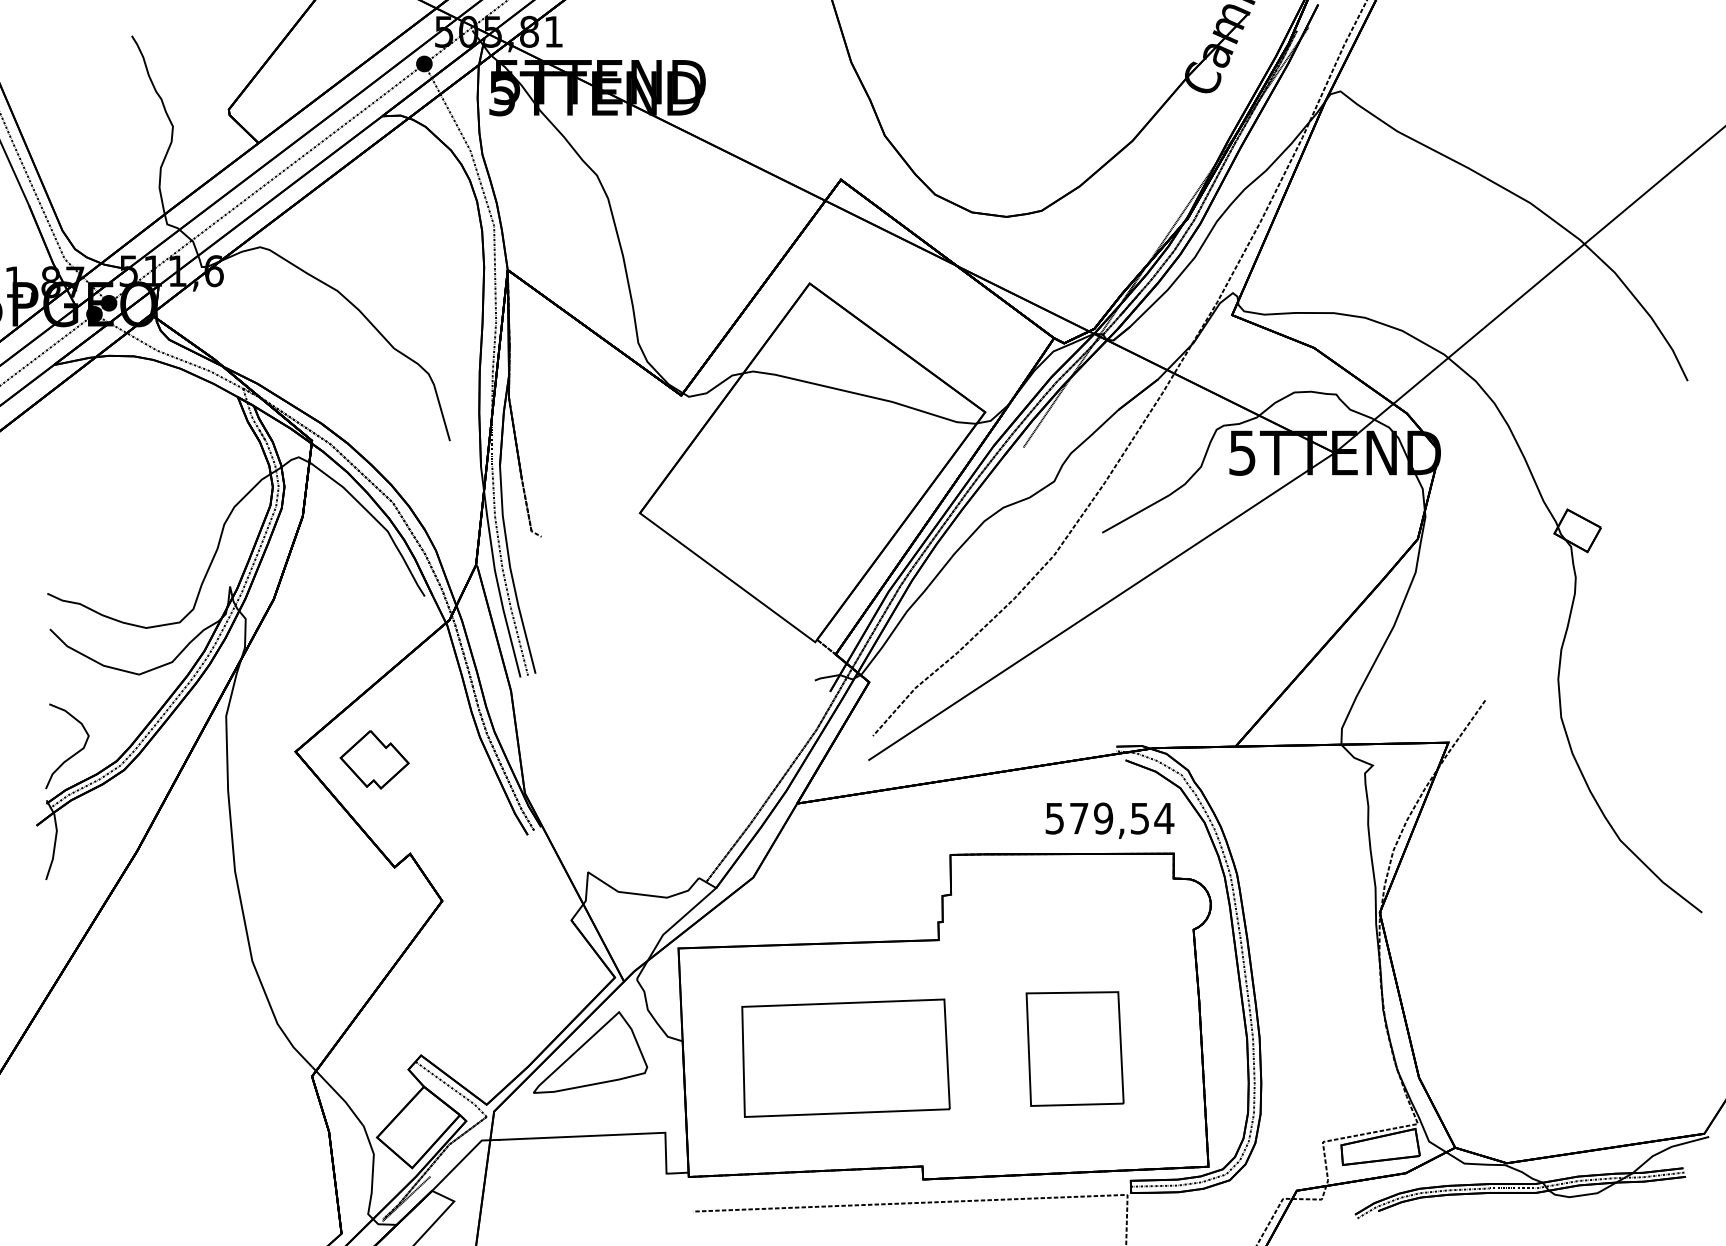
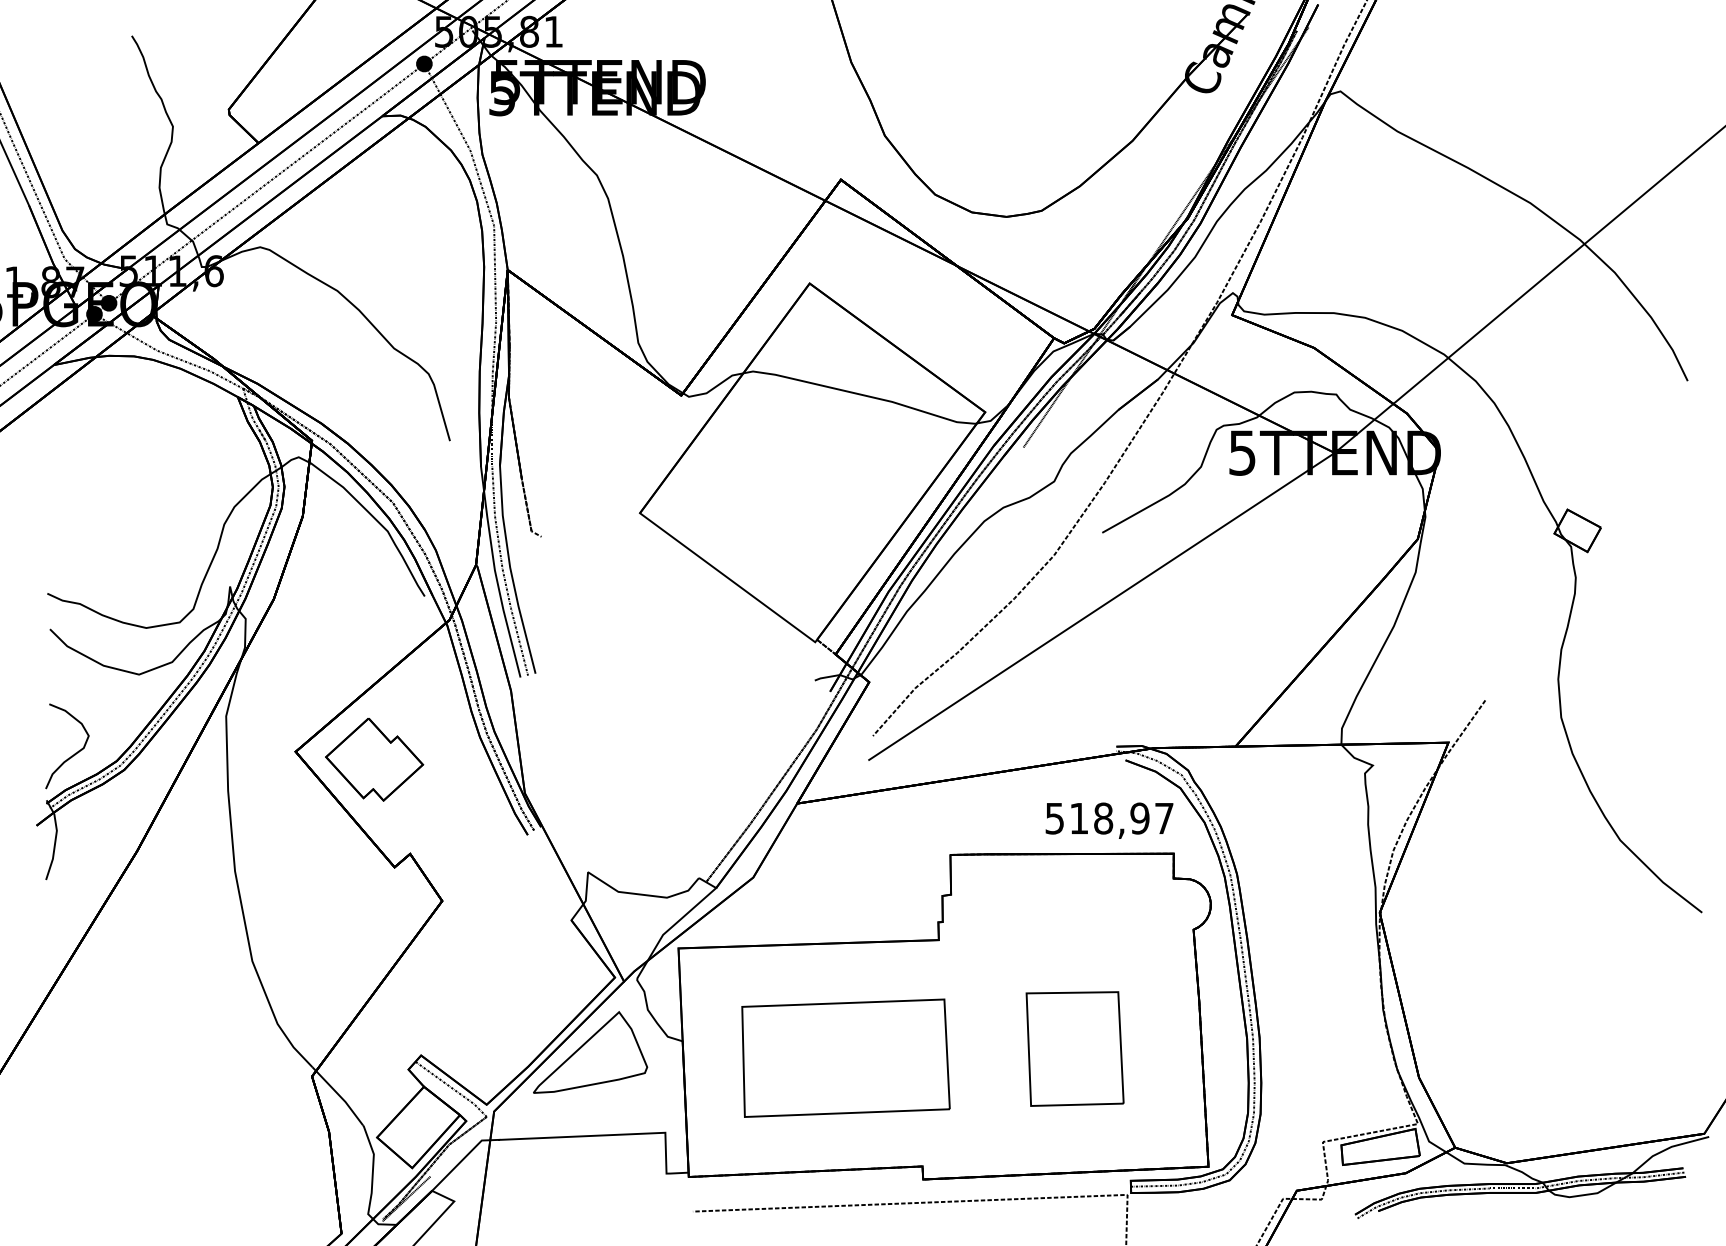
part at (374, 759) size: 71x60 px -> 100x84 px
text at (1122, 818): 579,54 -> 518,97
